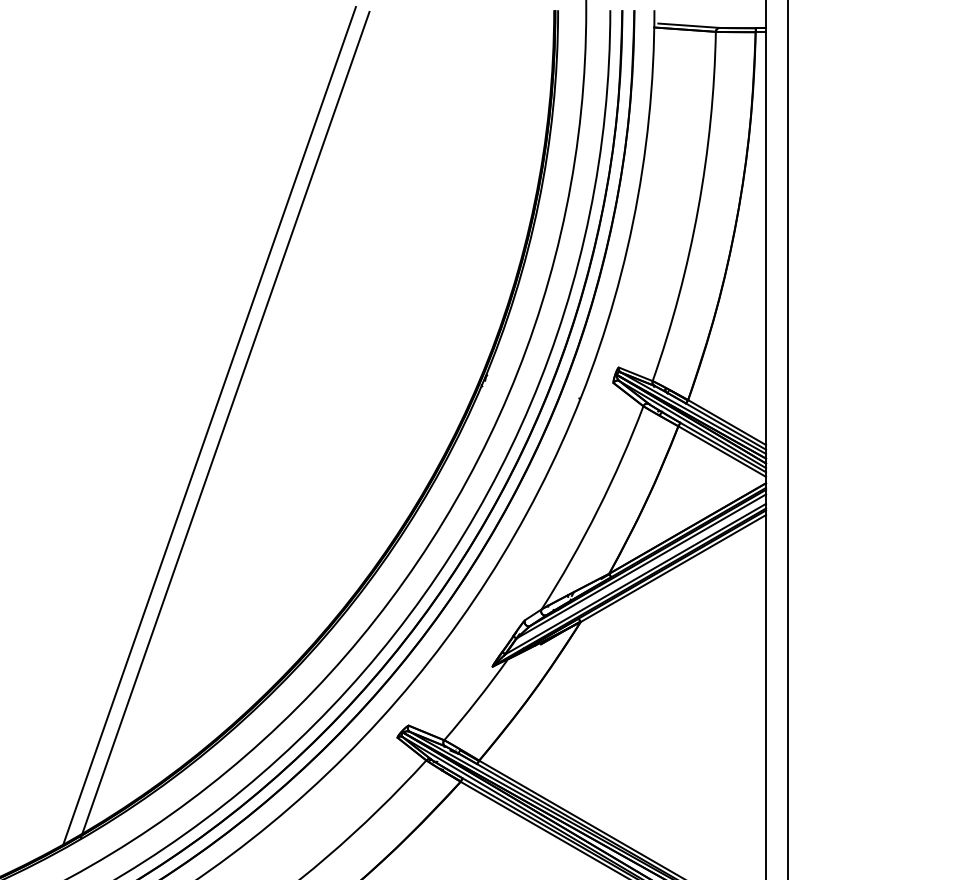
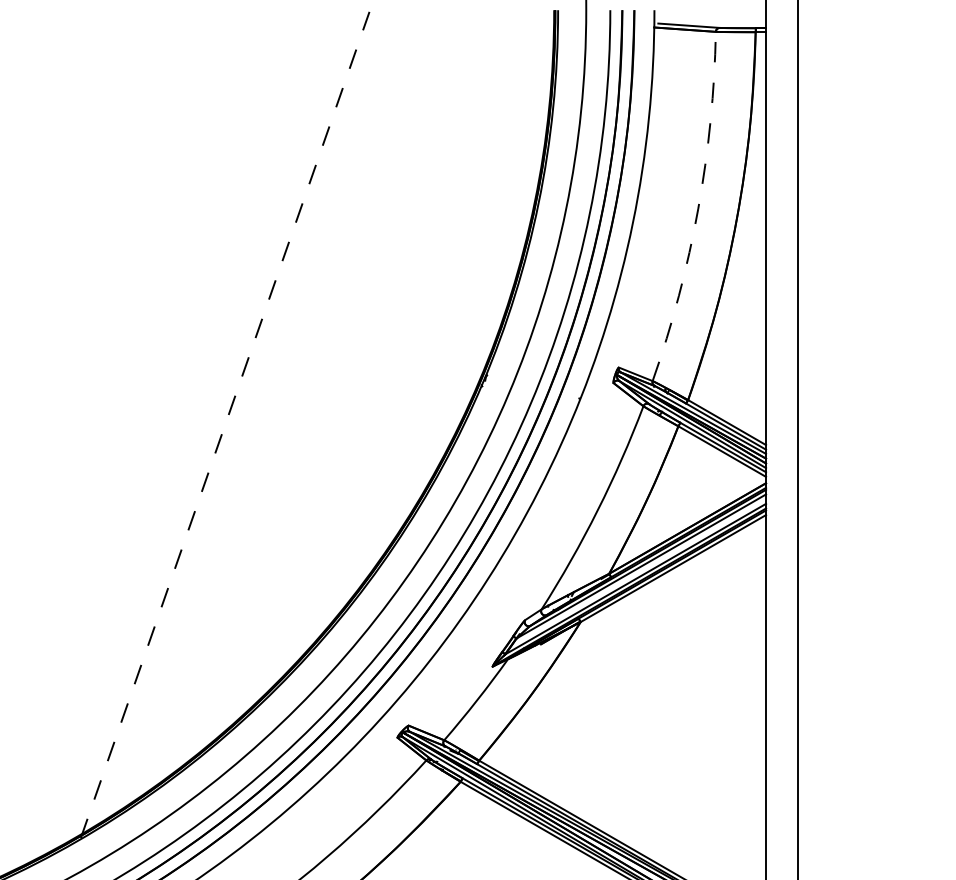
arc at (698, 209): solid -> dashed
line at (225, 424): solid -> dashed
line at (208, 426): present -> none
line at (788, 439) position: (788, 439) -> (798, 439)
